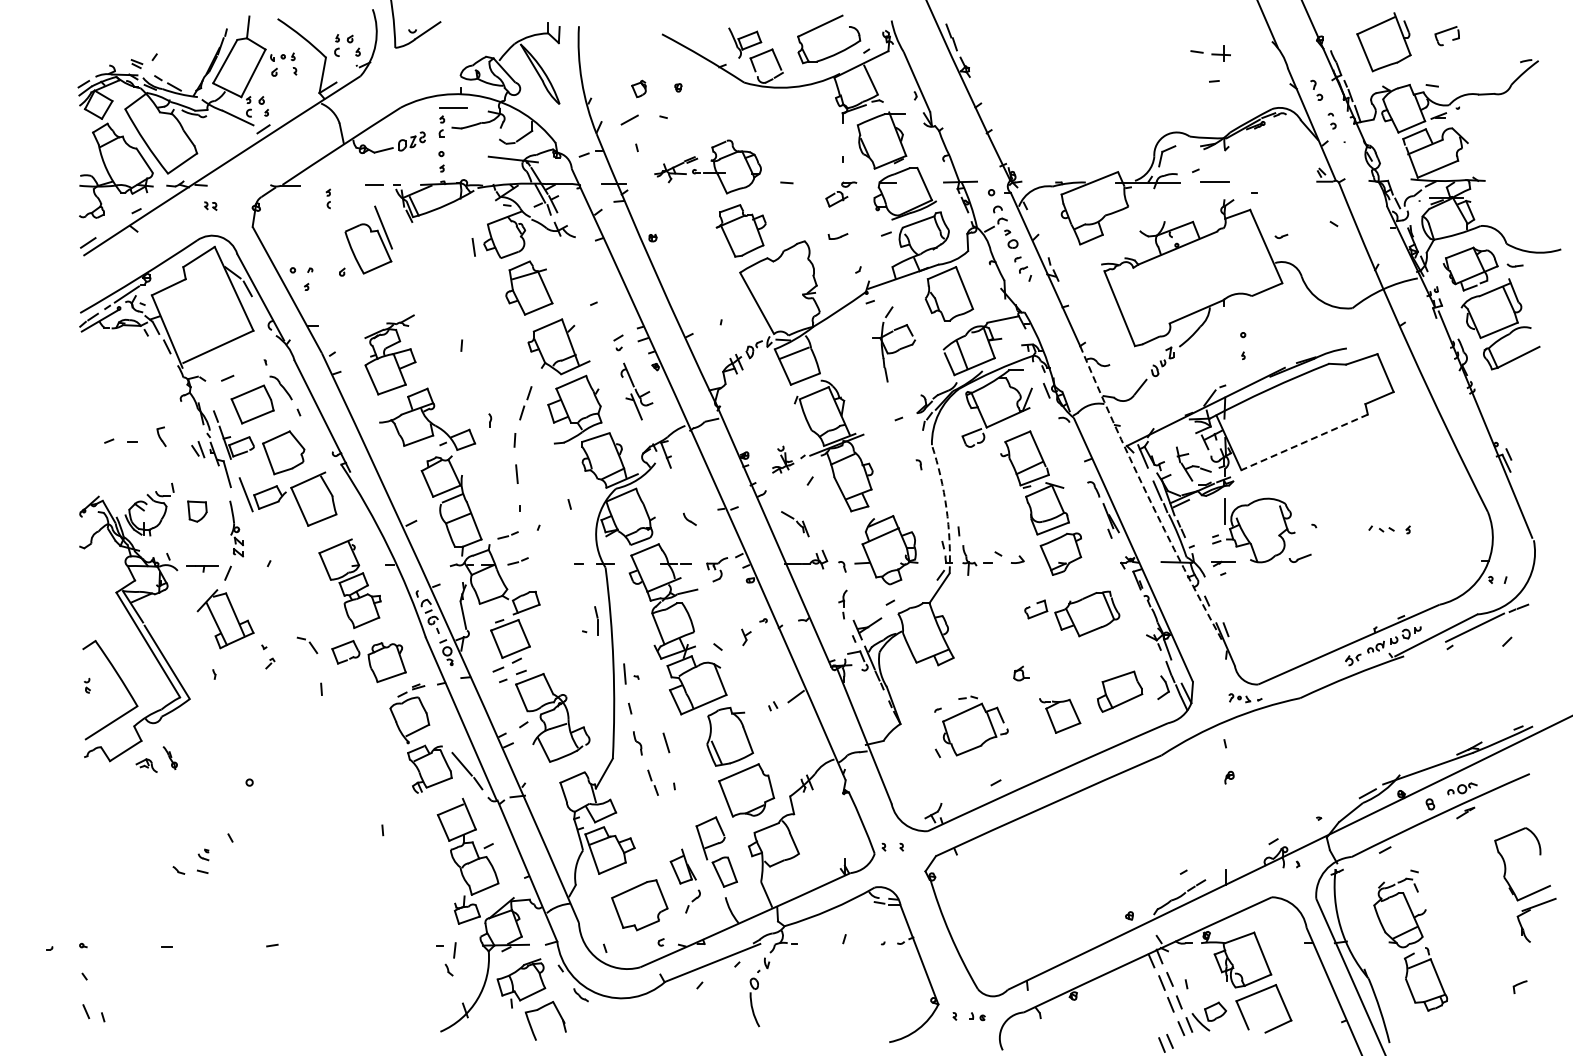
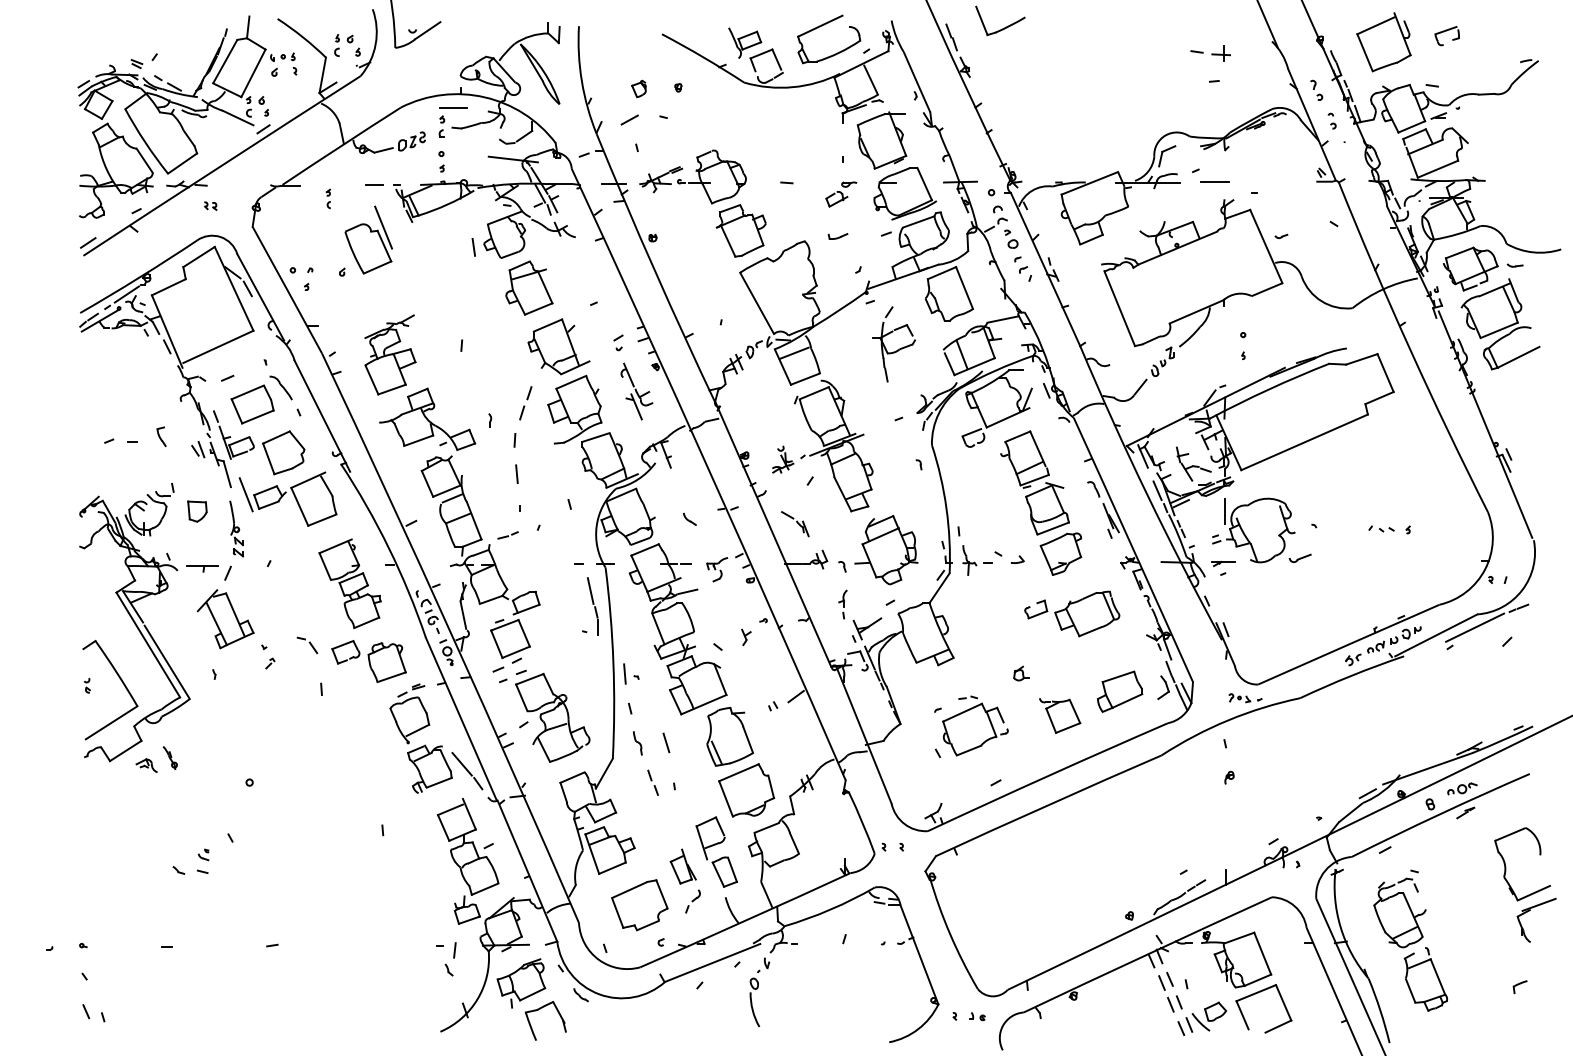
part at (1004, 27): none -> present
part at (707, 166) position: (707, 166) -> (692, 176)
line at (1304, 442): dashed -> solid
arc at (1147, 494): dashed -> solid
arc at (946, 508): dashed -> solid
part at (517, 561): present -> none
line at (590, 590): none -> present
part at (1165, 1043): present -> none
